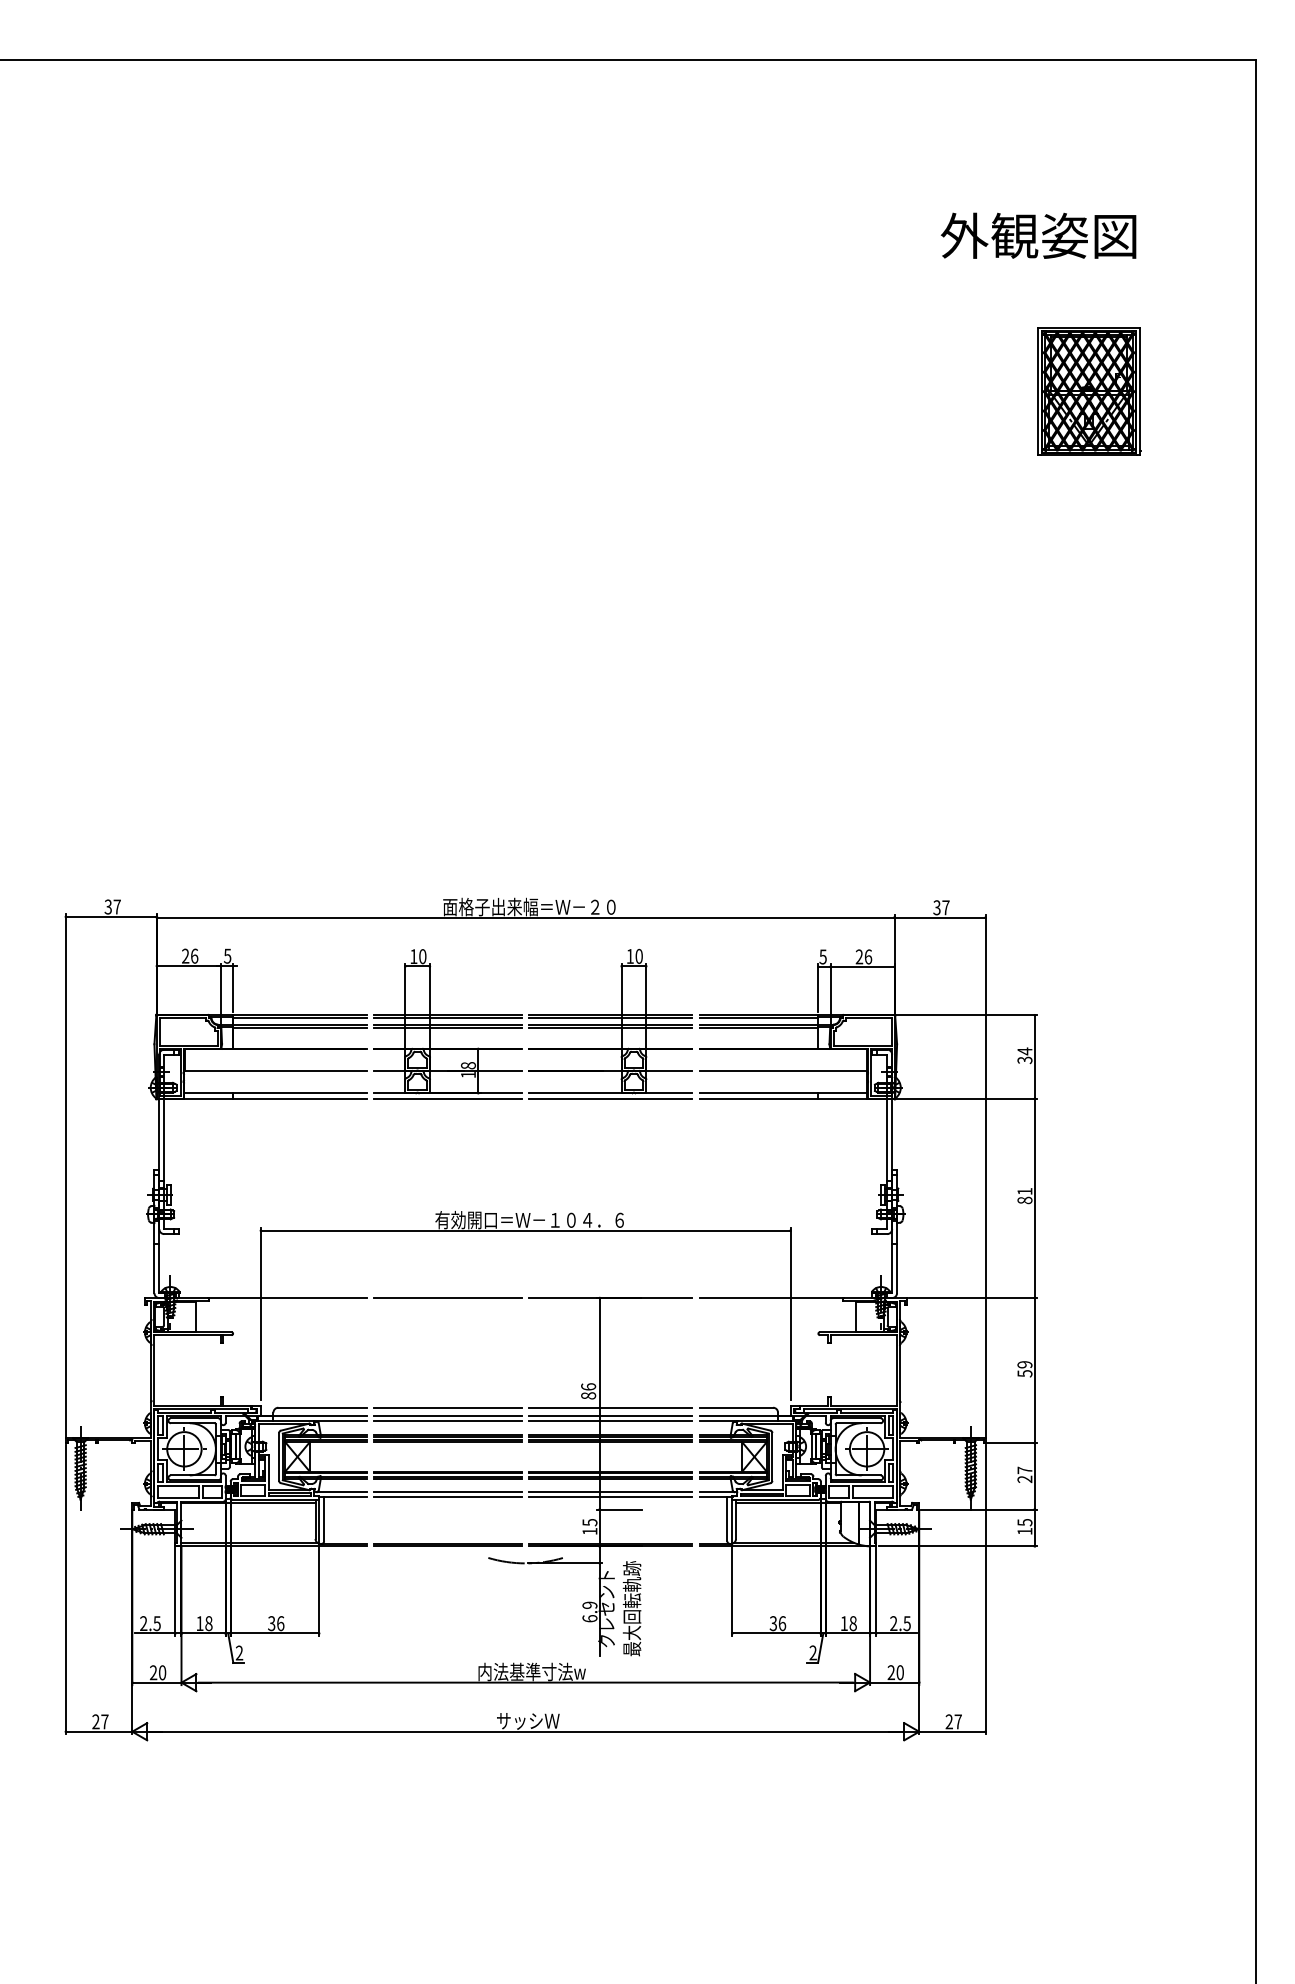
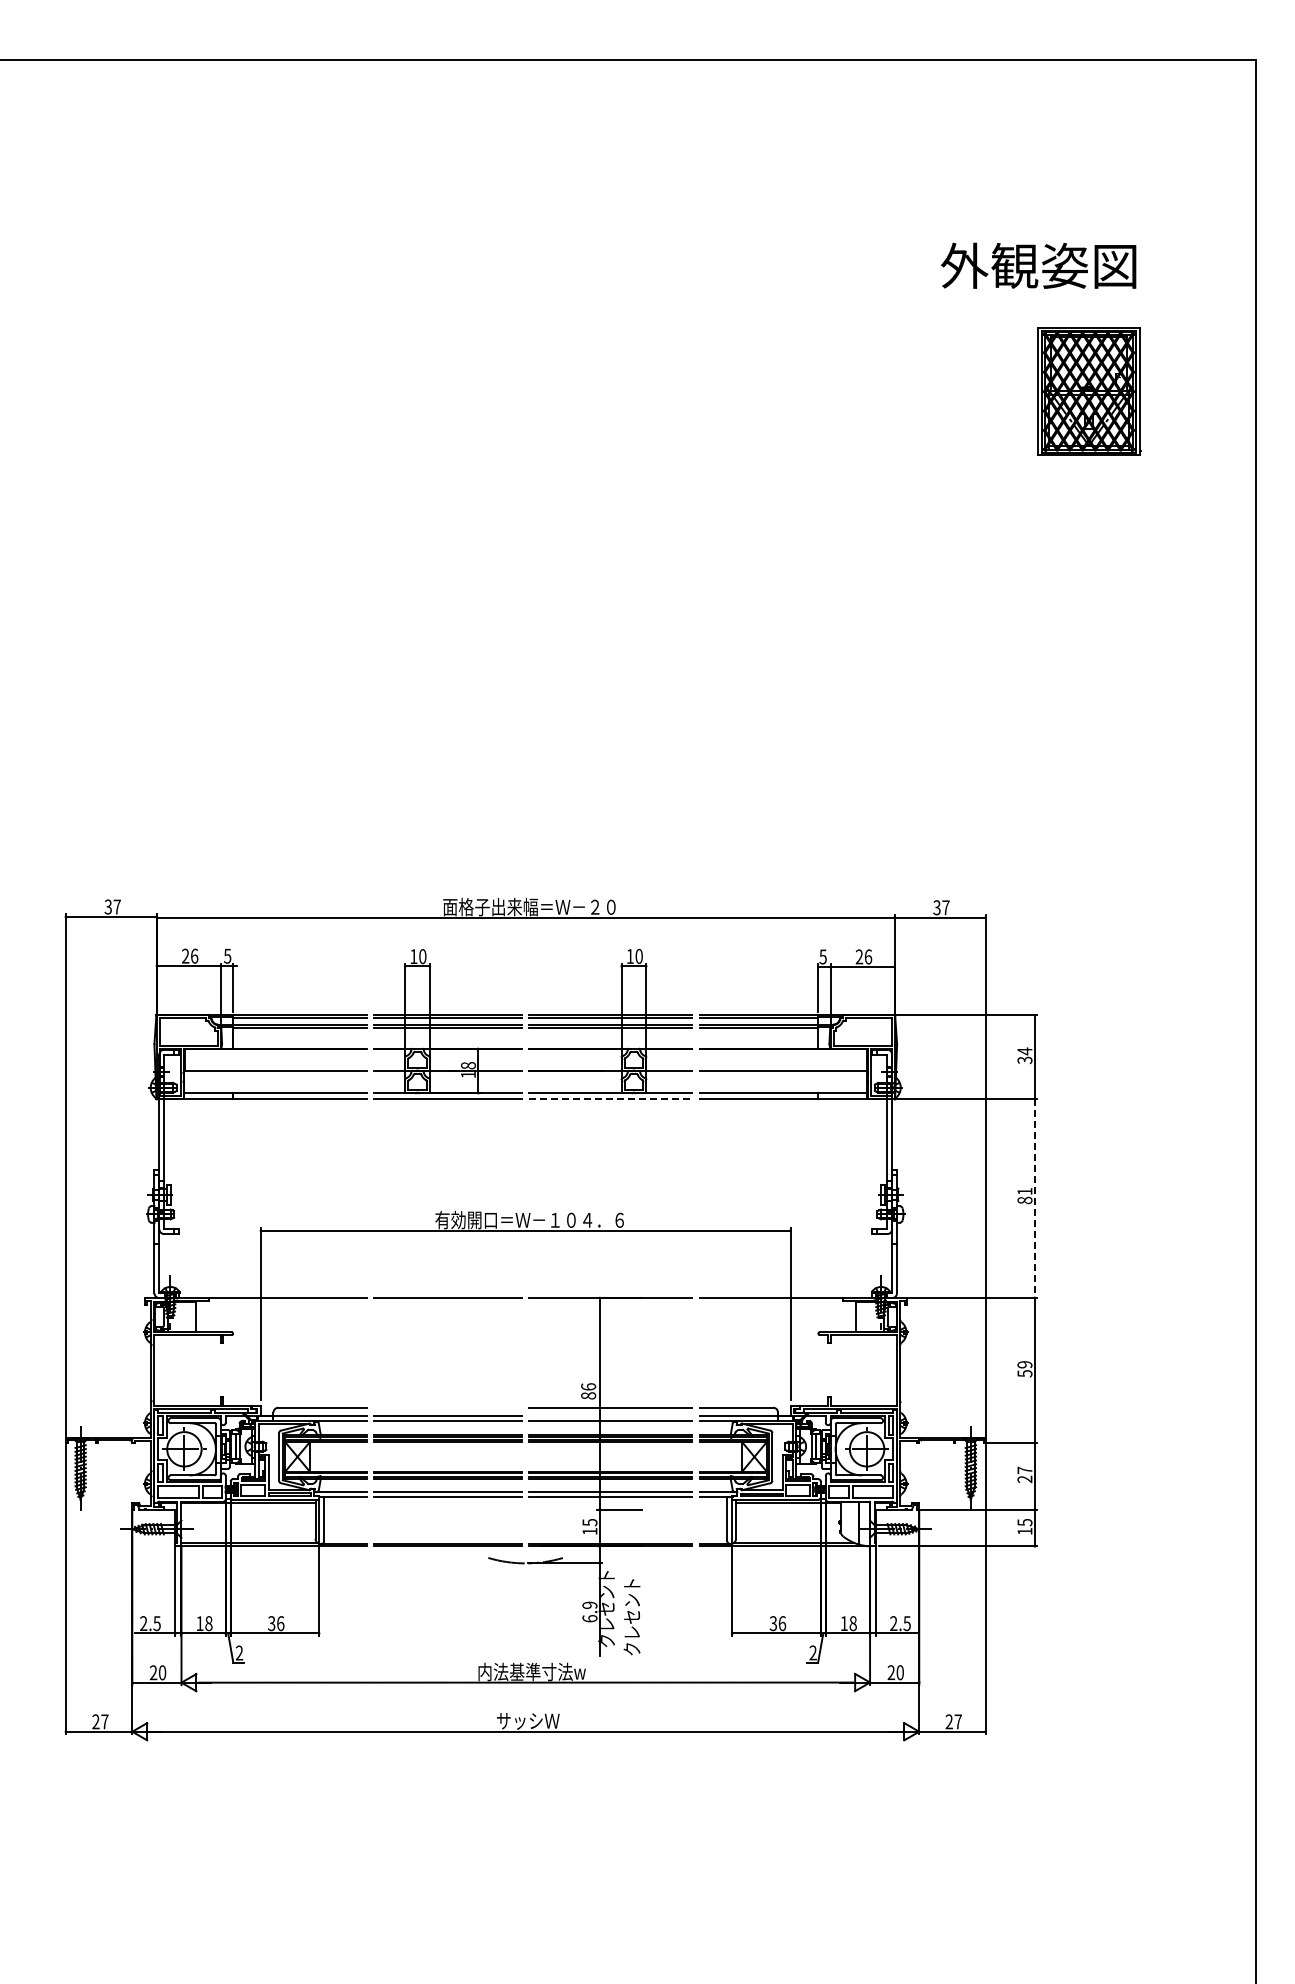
text at (1038, 235) position: (1038, 235) -> (1038, 265)
line at (611, 1098): solid -> dashed
line at (1034, 1198): solid -> dashed
line at (448, 1407): present -> none
line at (610, 1415): present -> none
text at (631, 1608): 最大回転軌跡 -> クレセント
